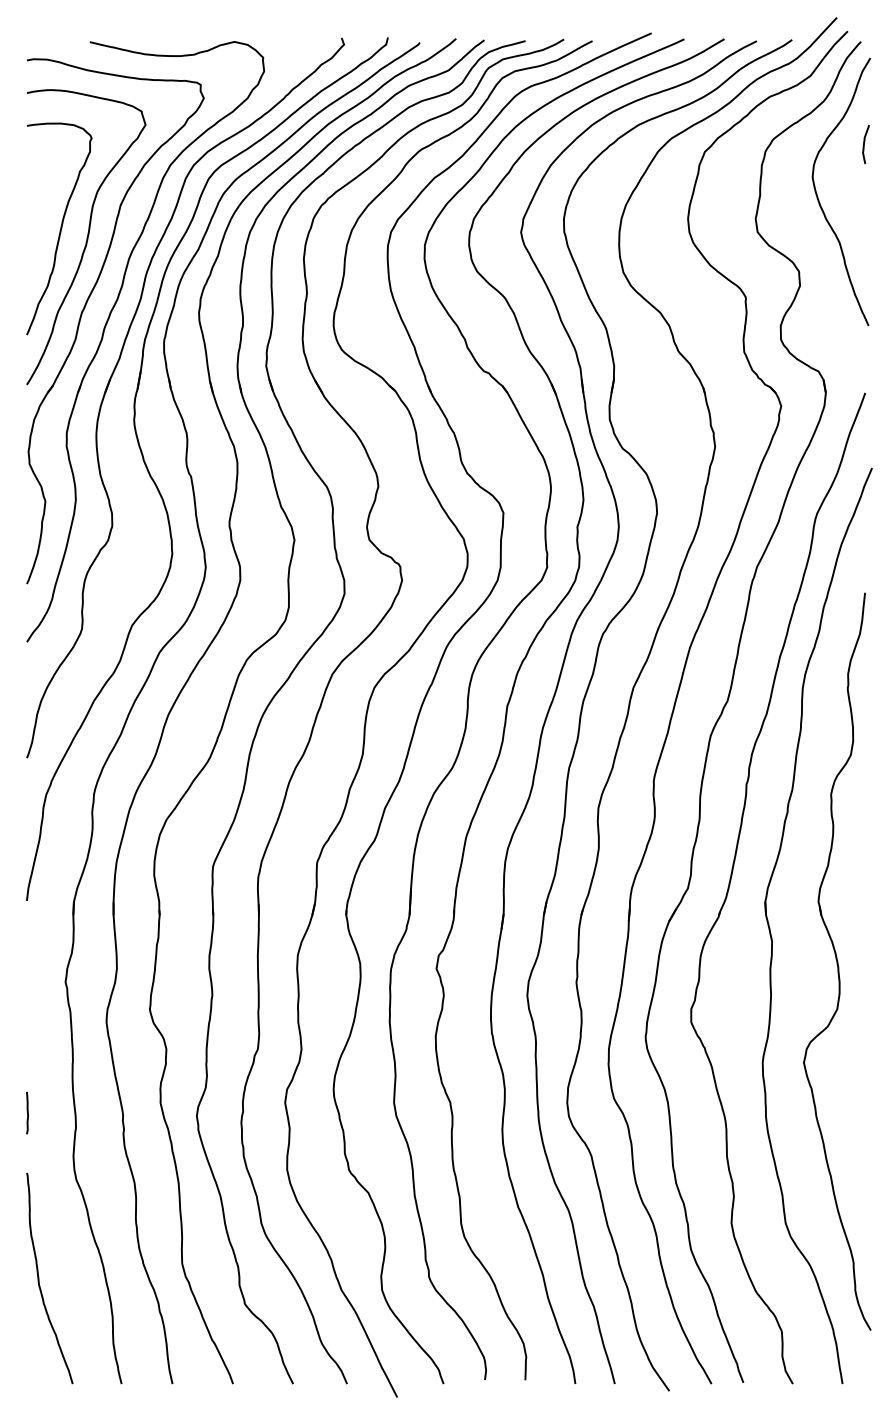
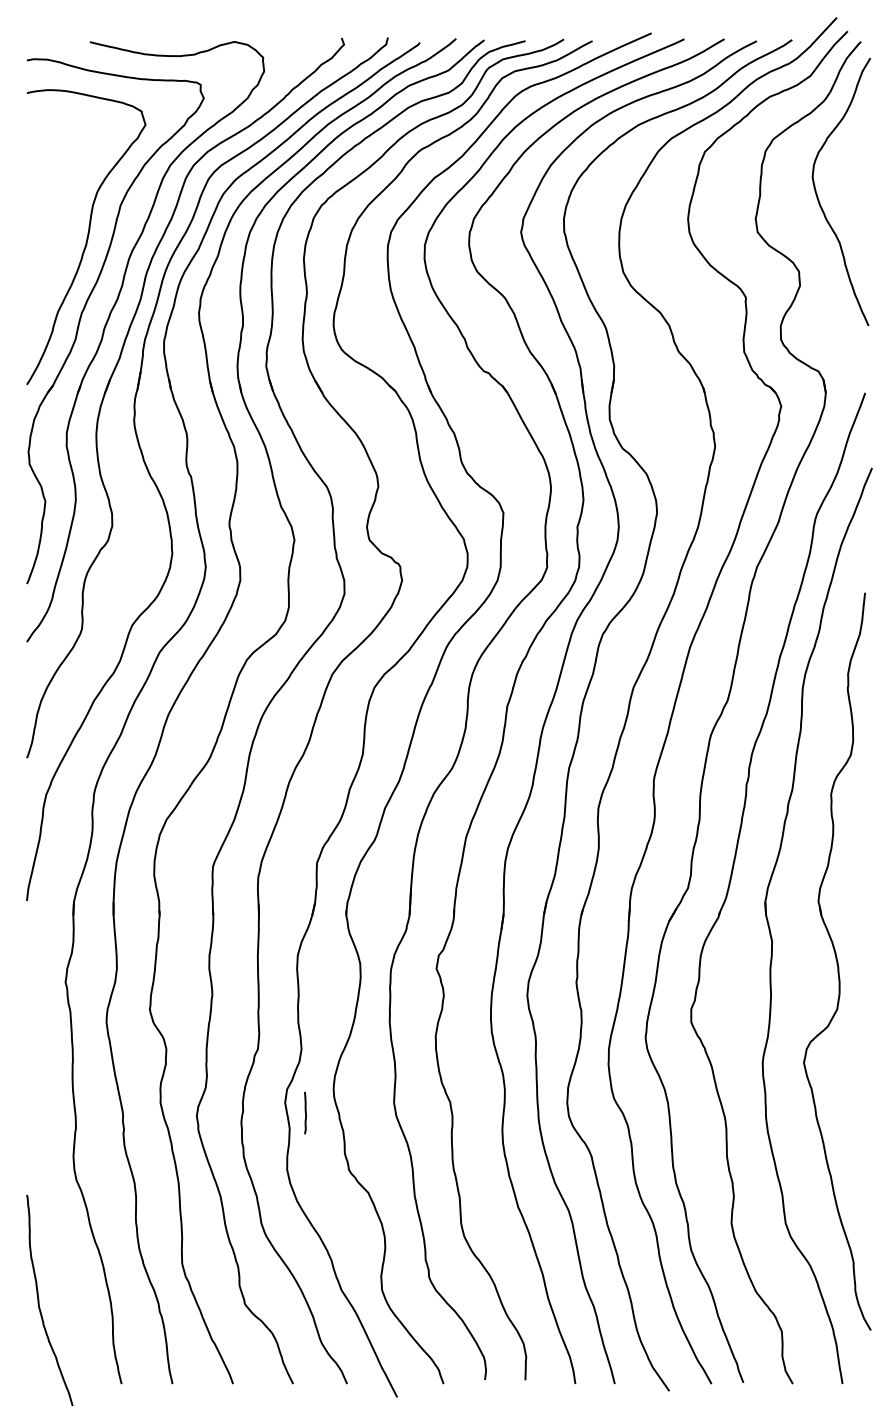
curve at (864, 144): present -> none
curve at (60, 228): present -> none
line at (27, 1112) position: (27, 1112) -> (305, 1112)
curve at (39, 1278) position: (39, 1278) -> (39, 1300)
